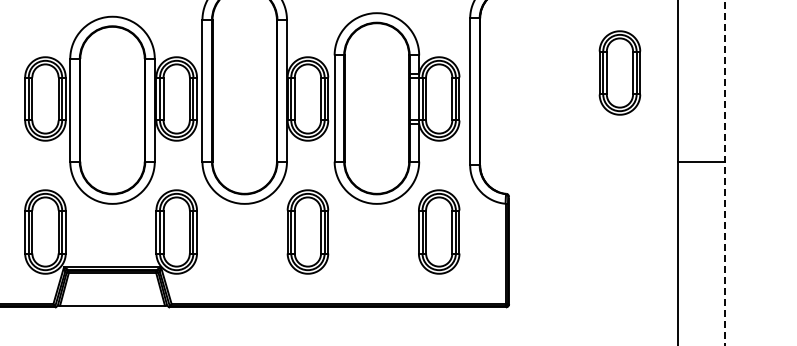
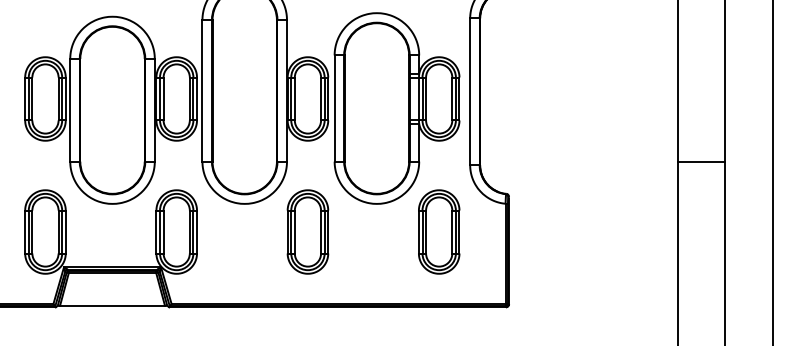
part at (619, 72): present -> none
line at (773, 172): none -> present
line at (725, 173): dashed -> solid
